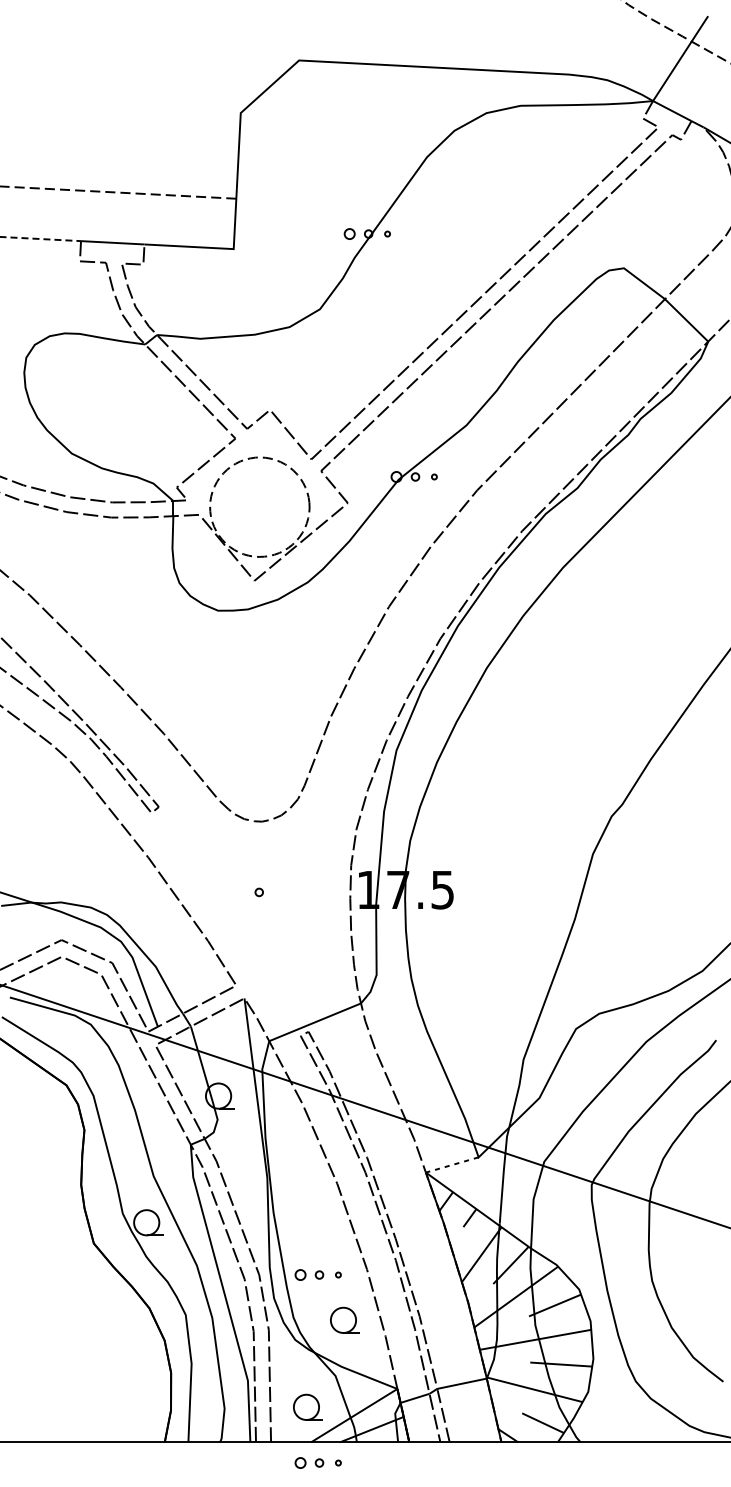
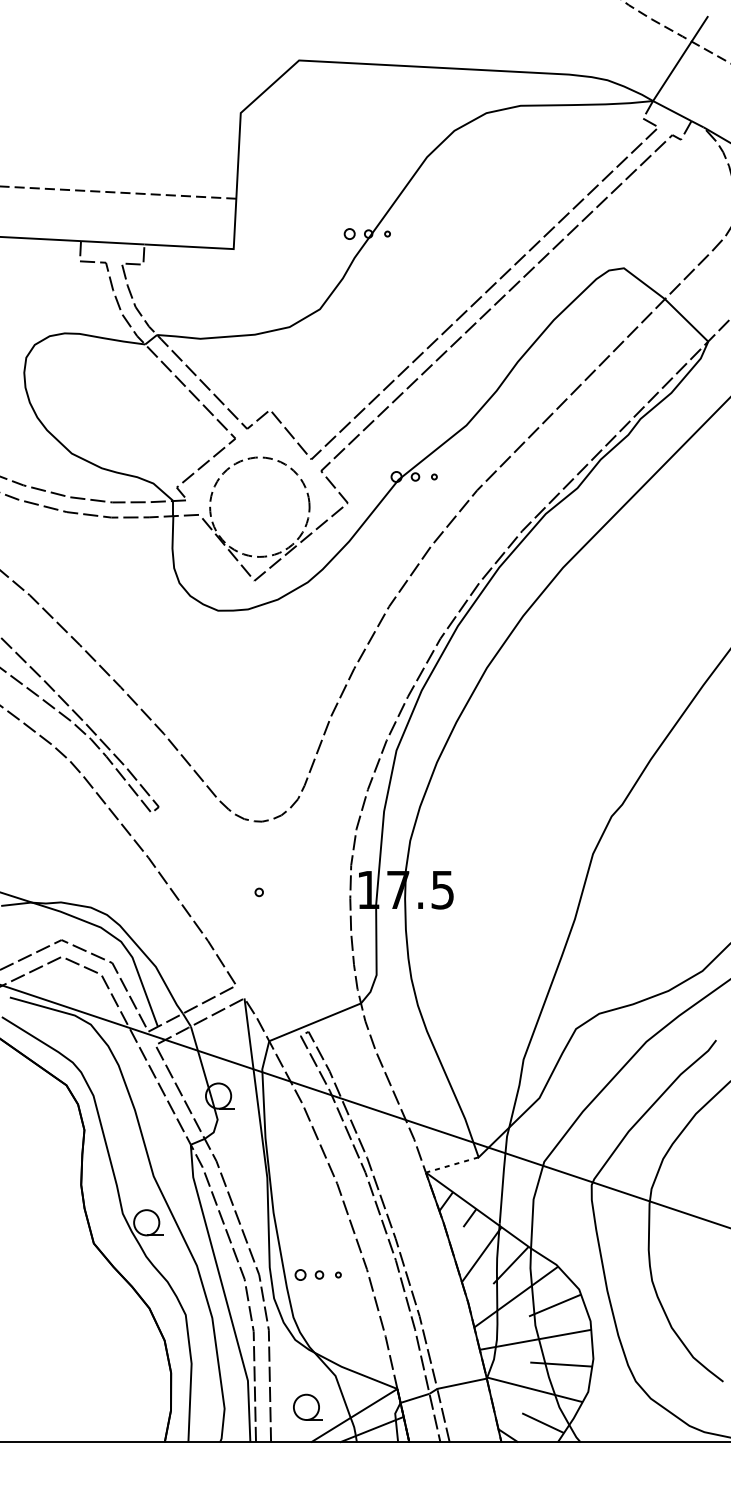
line at (41, 239): dashed -> solid
part at (344, 1319): present -> none
part at (317, 1462): present -> none
